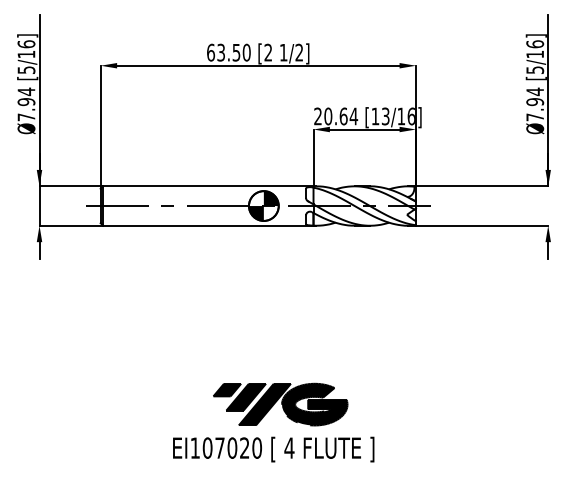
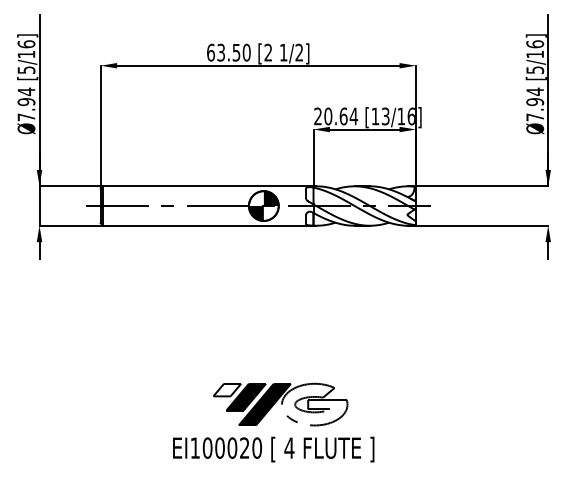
fill at (227, 389): present -> none
fill at (314, 404): present -> none
text at (219, 447): EI107020 -> EI100020
